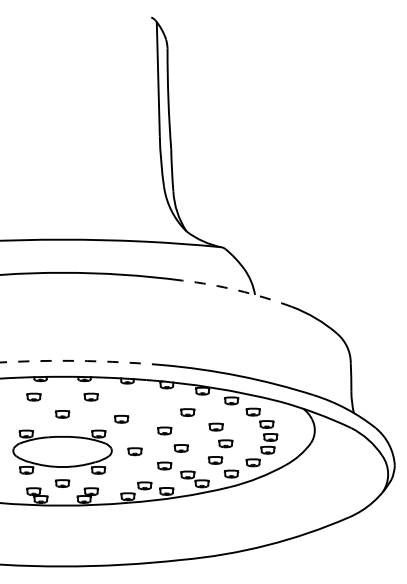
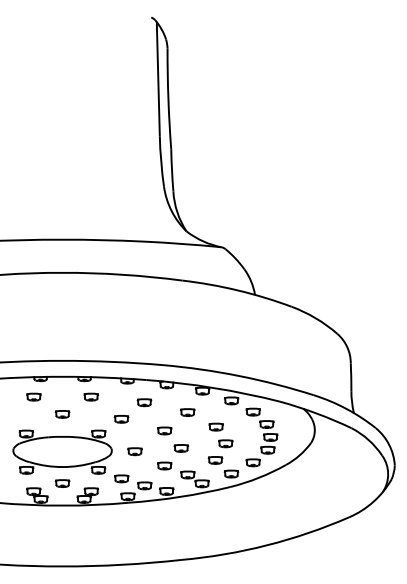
arc at (237, 290): dashed -> solid
arc at (81, 361): dashed -> solid
part at (144, 402): none -> present
part at (121, 478): none -> present
